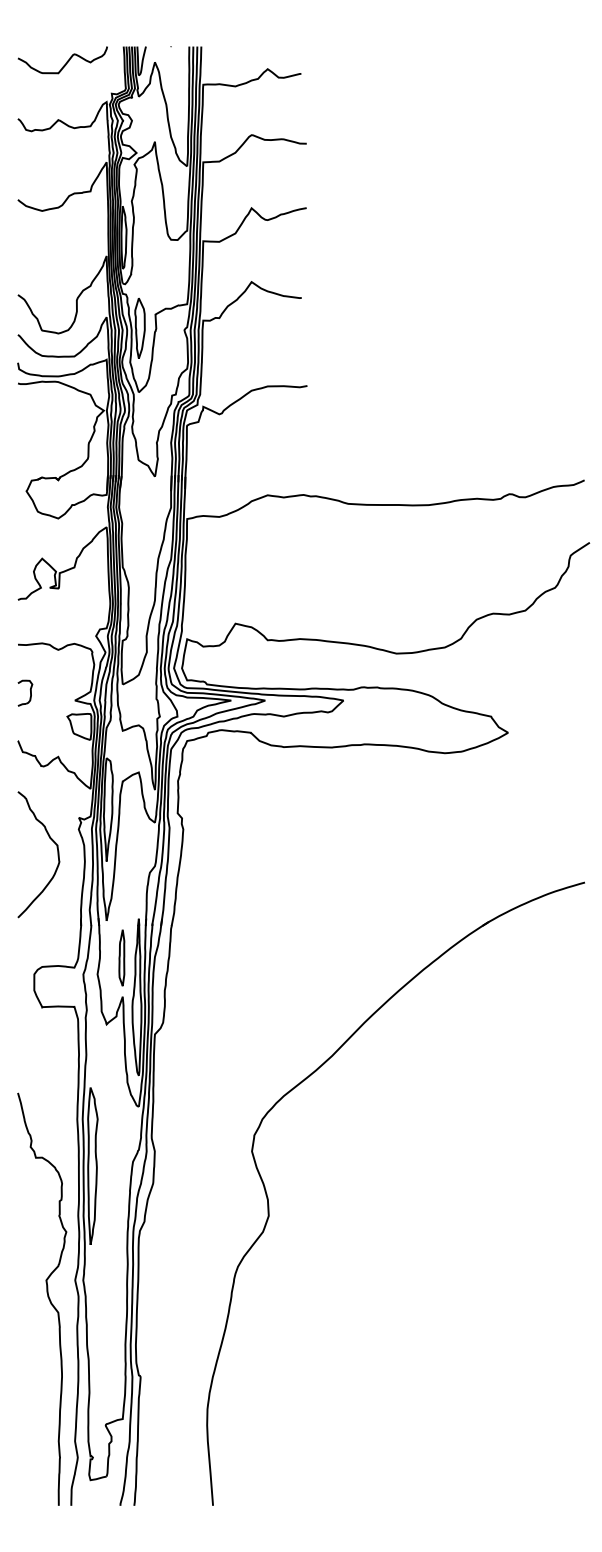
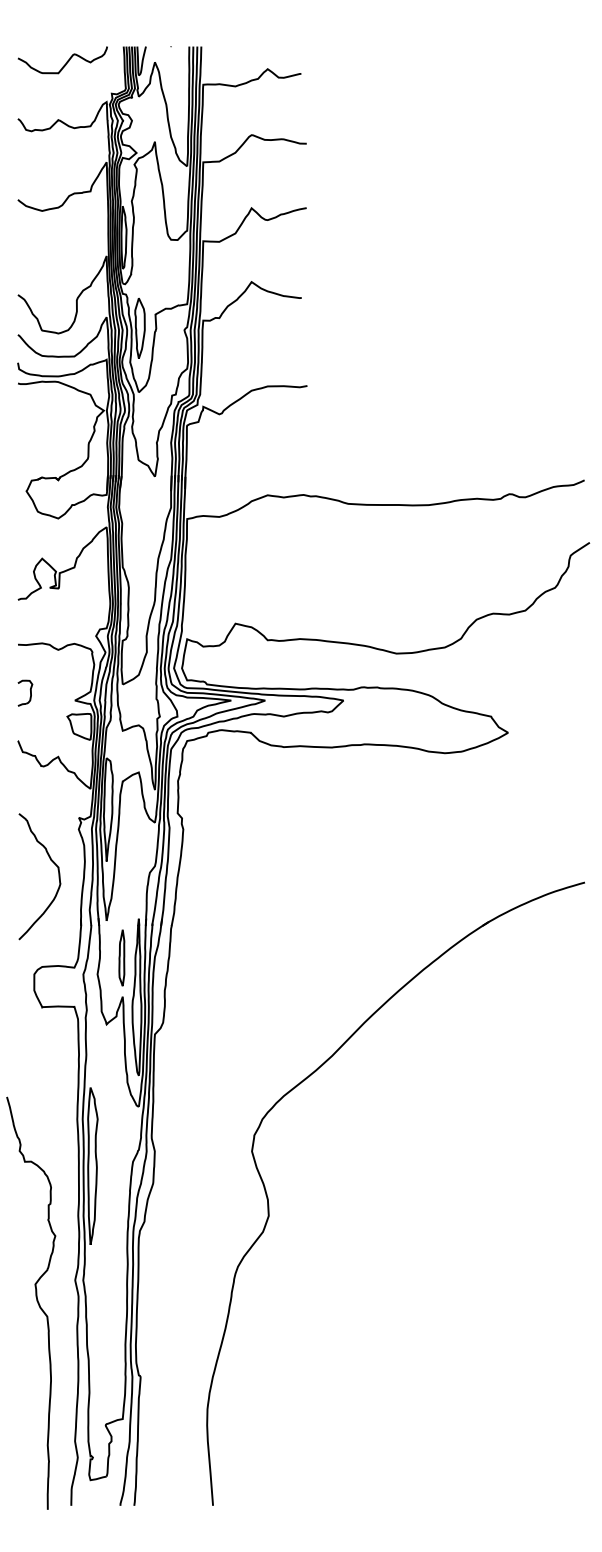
curve at (57, 854) position: (57, 854) -> (58, 876)
curve at (47, 1297) position: (47, 1297) -> (36, 1301)
